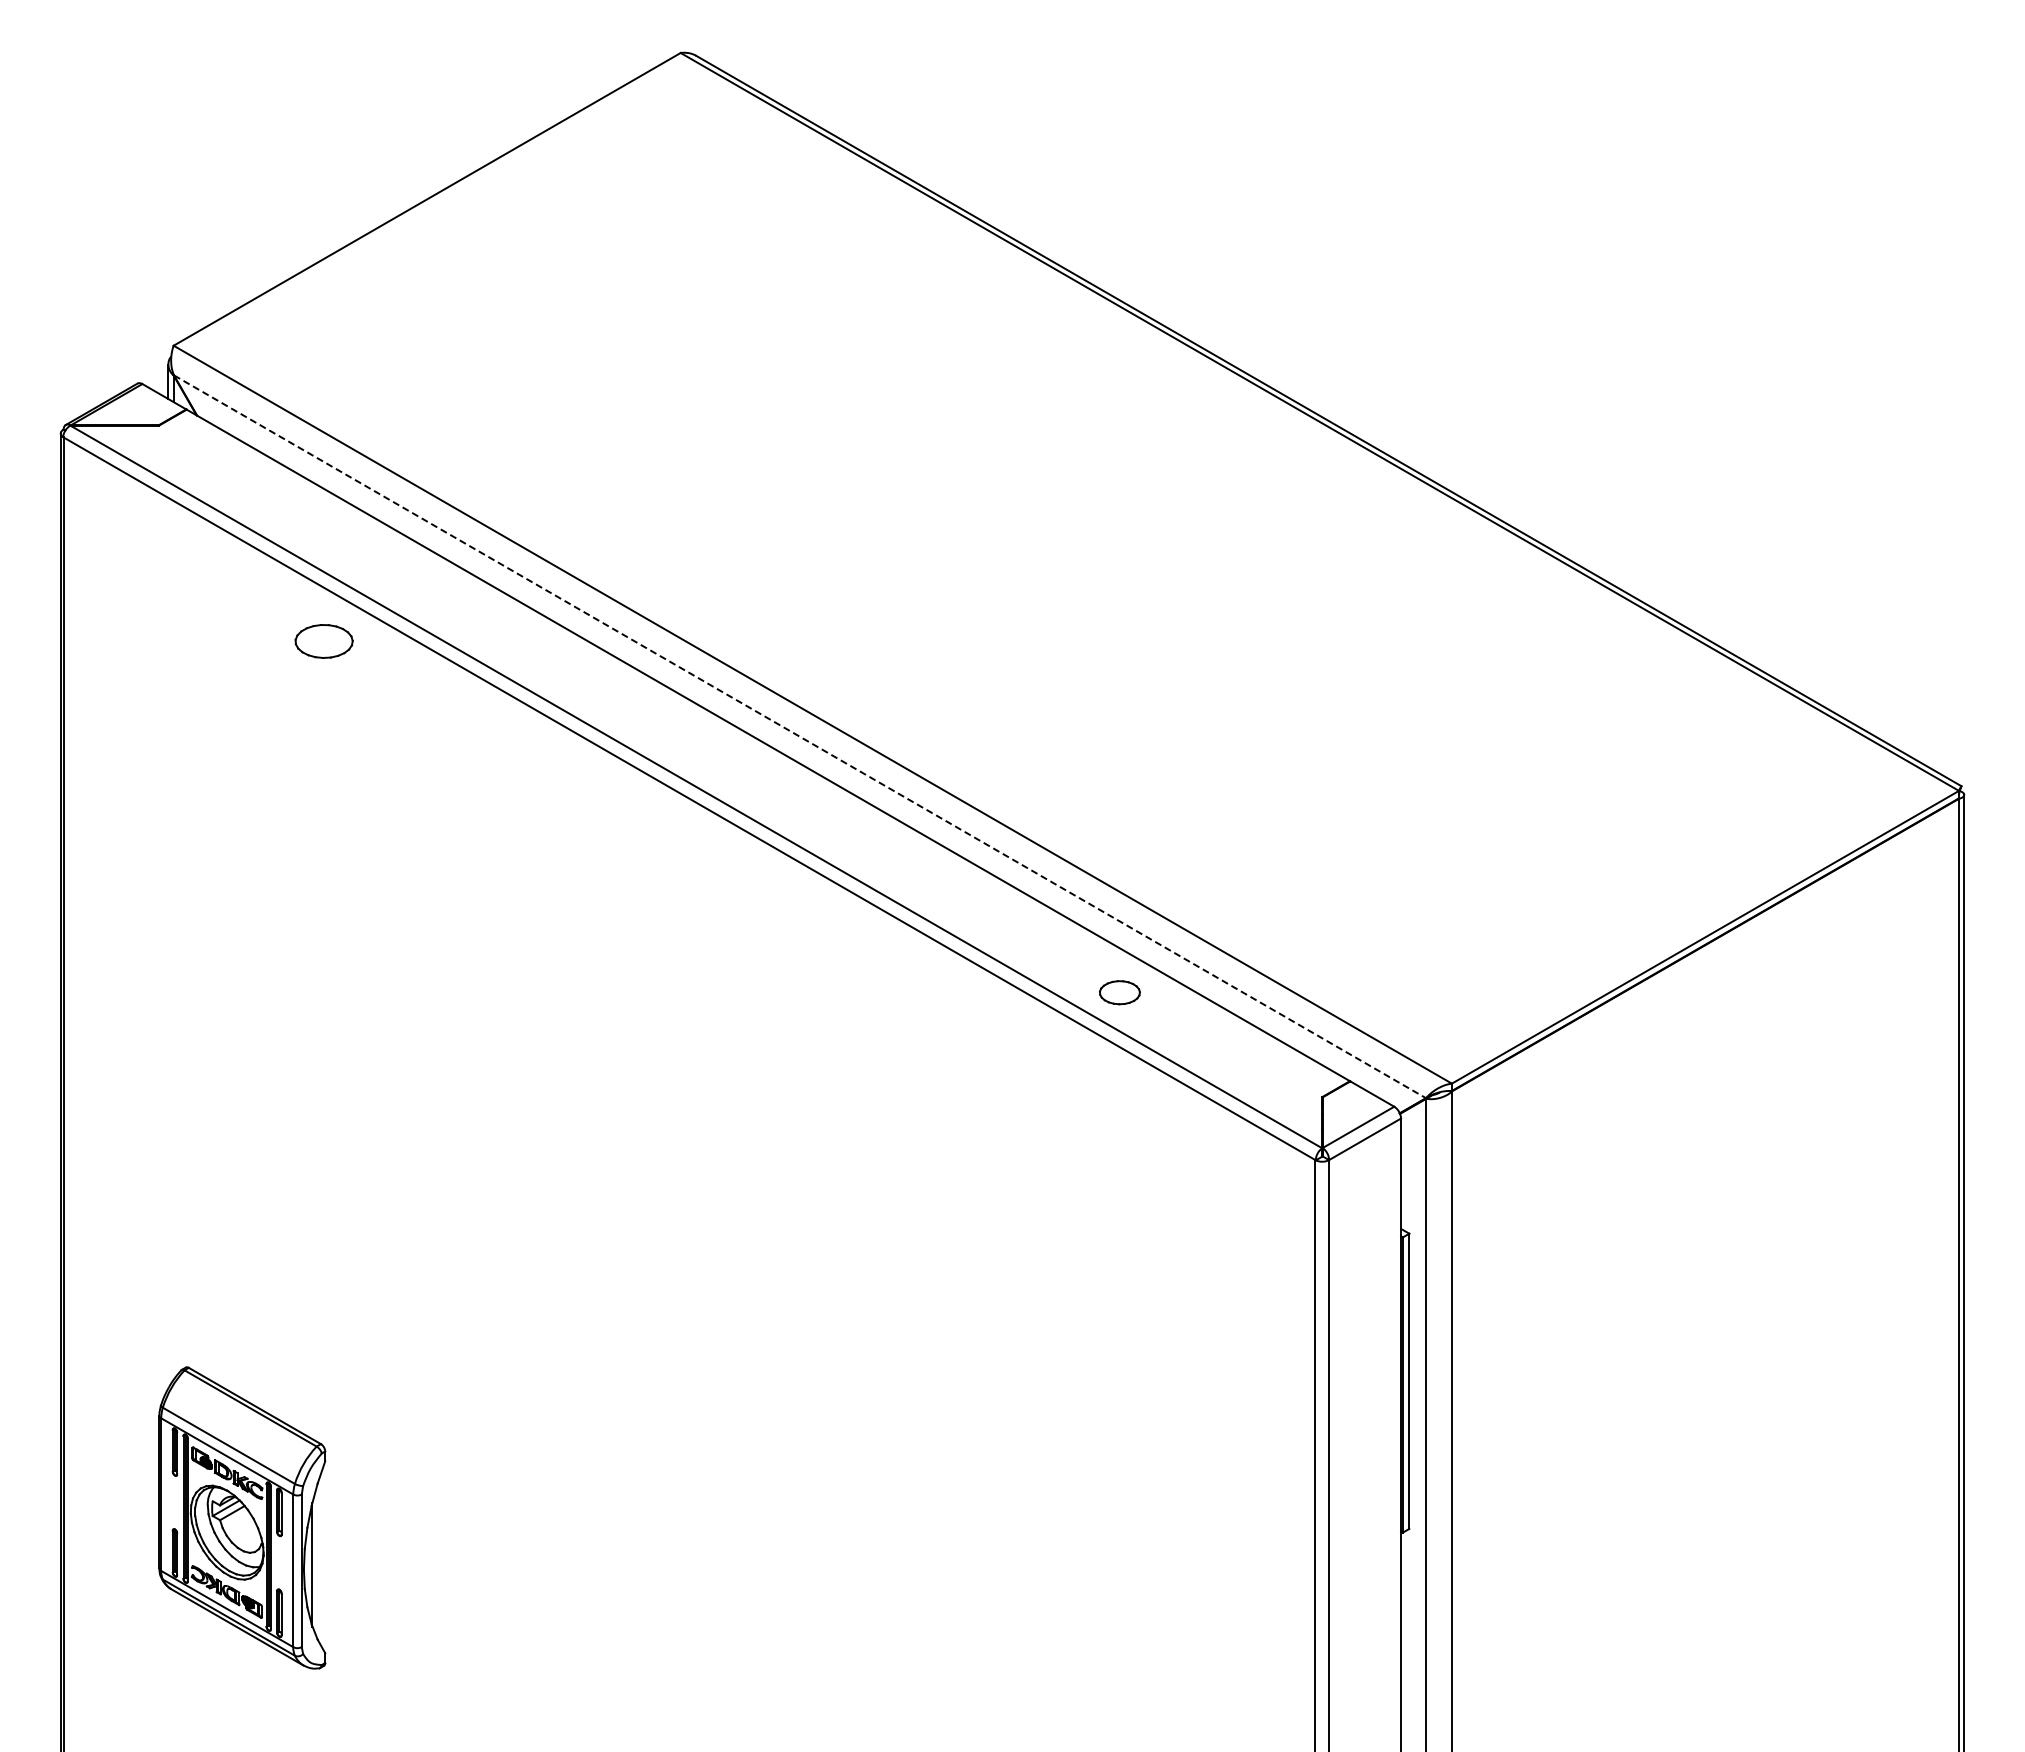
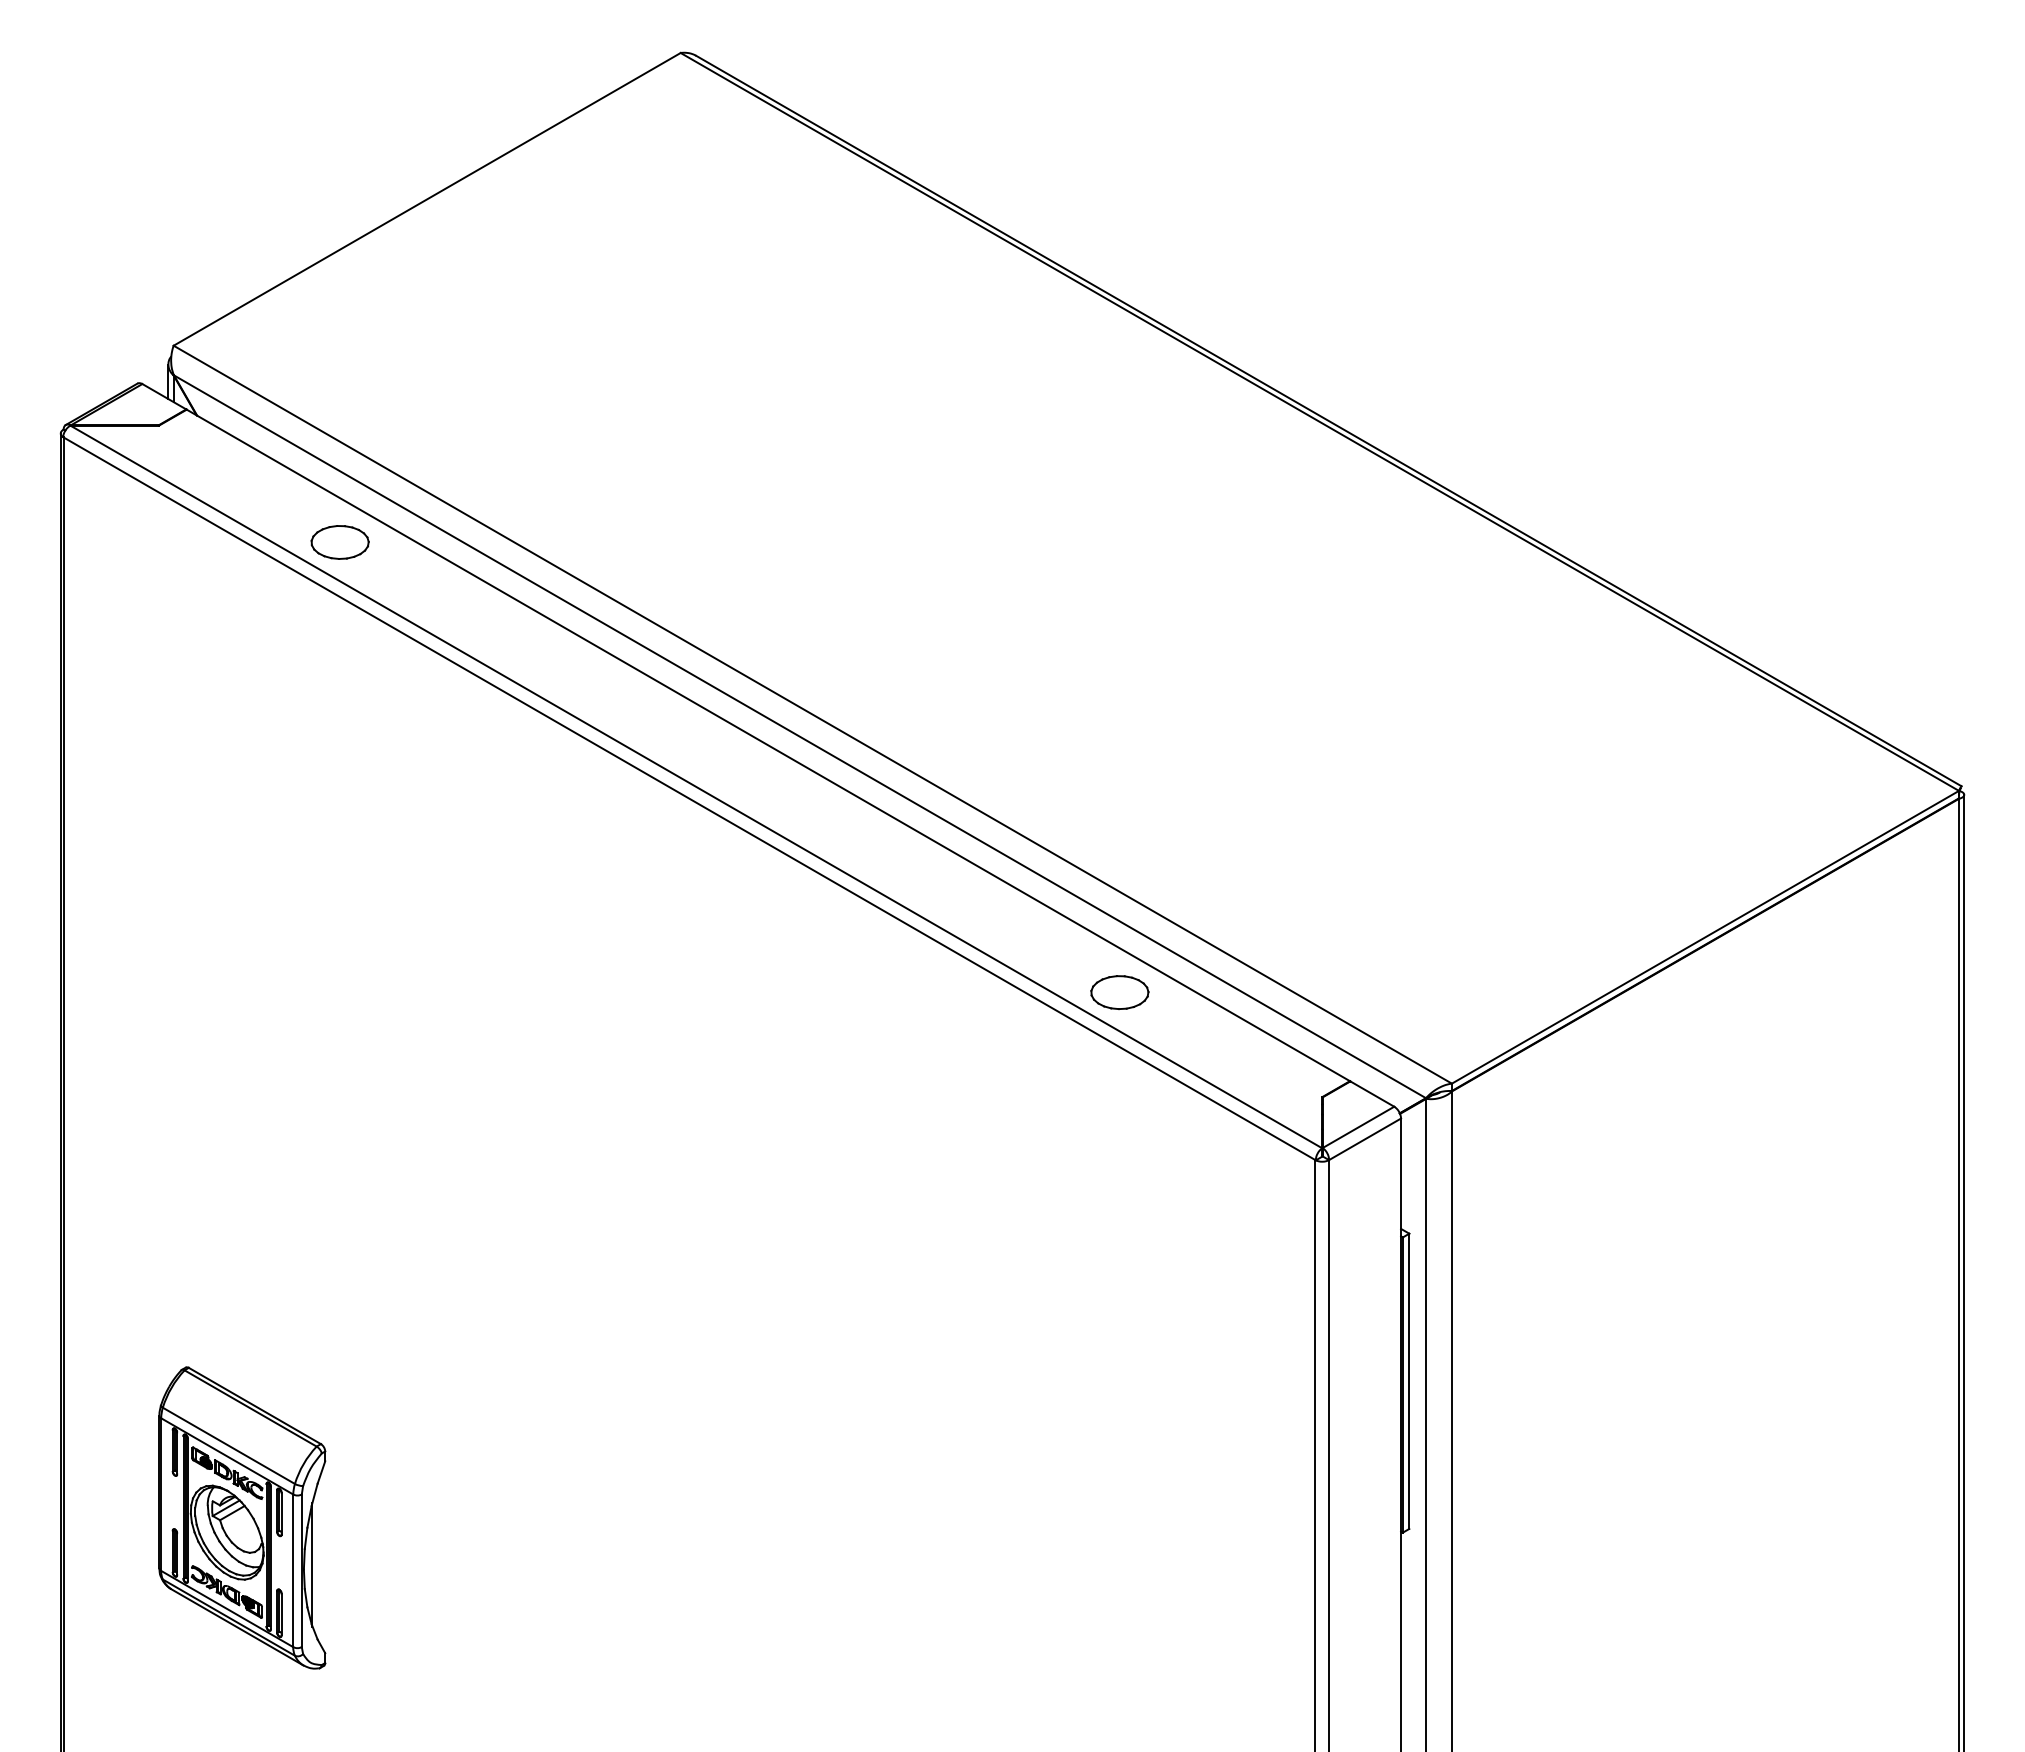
part at (323, 641) position: (323, 641) -> (339, 542)
line at (800, 736): dashed -> solid
part at (1119, 992) size: 42x26 px -> 60x36 px
